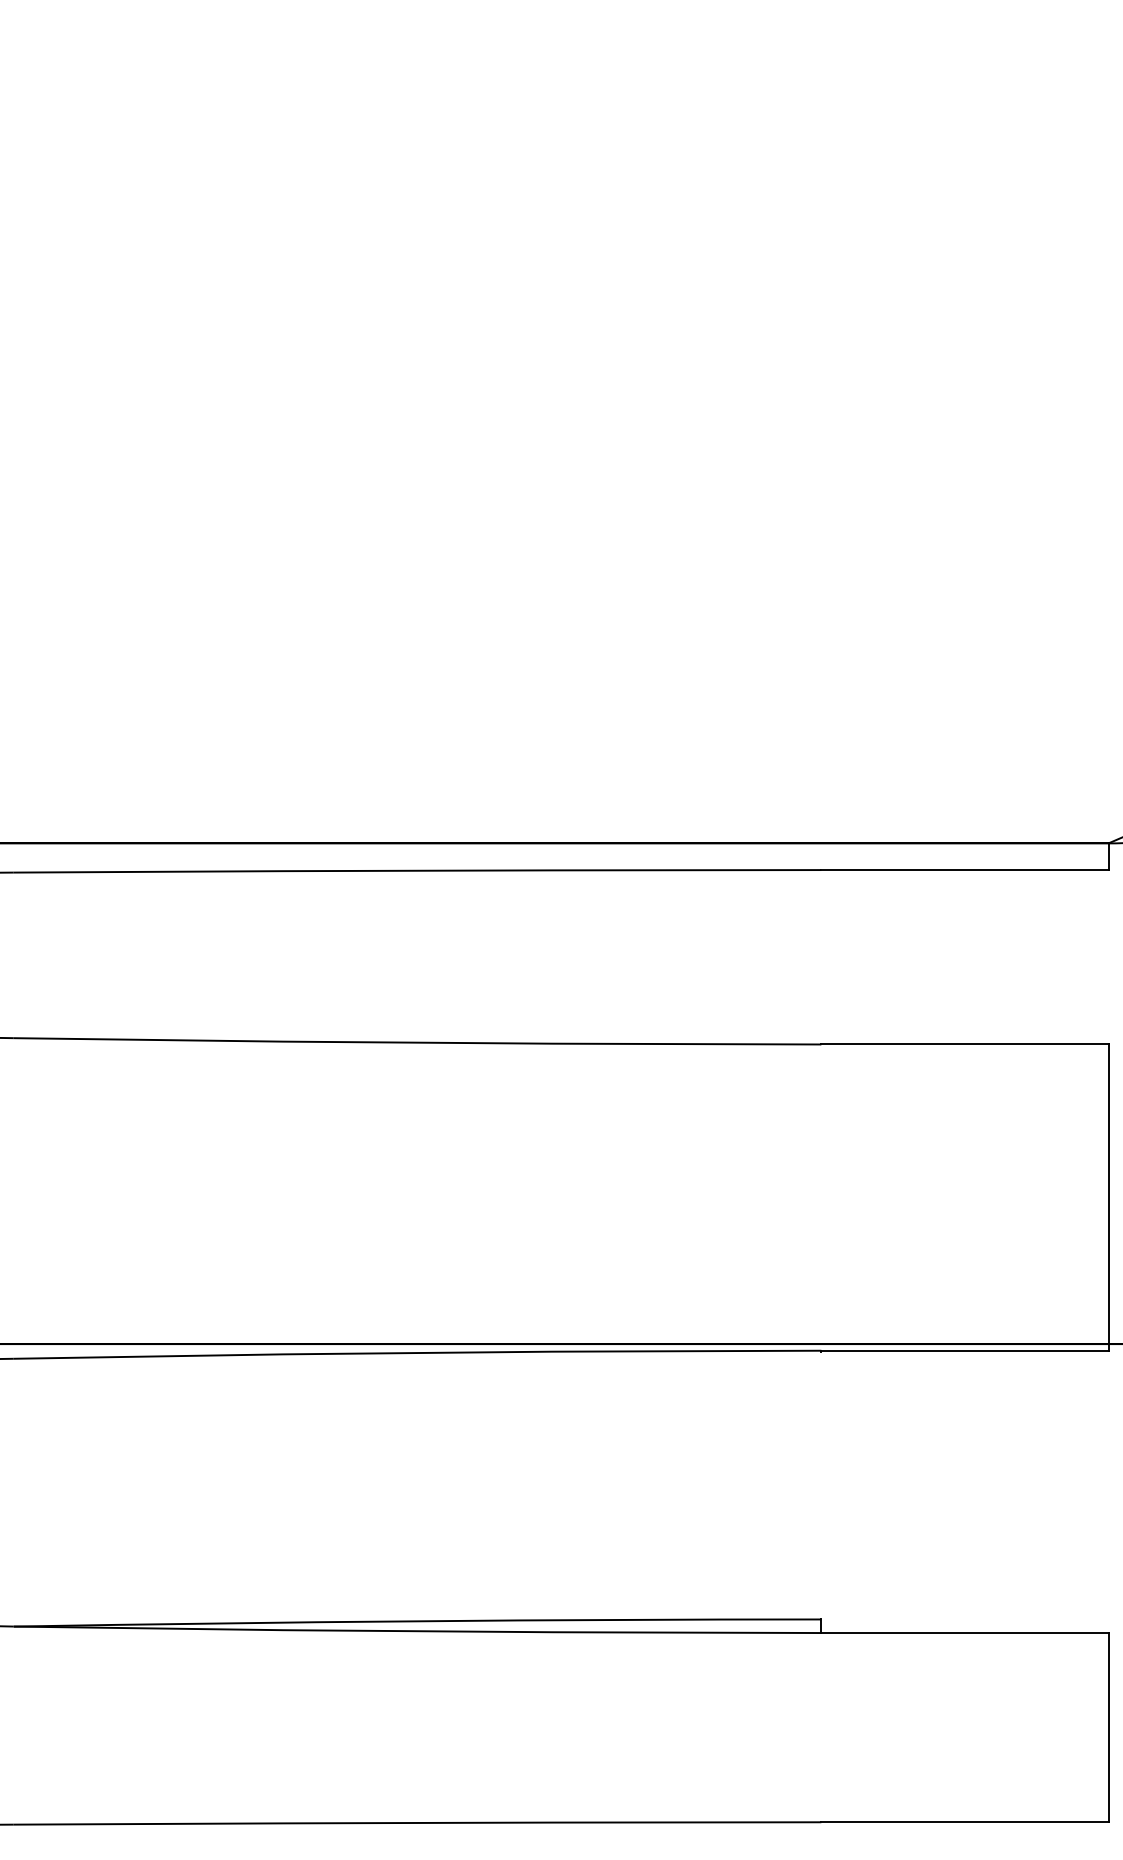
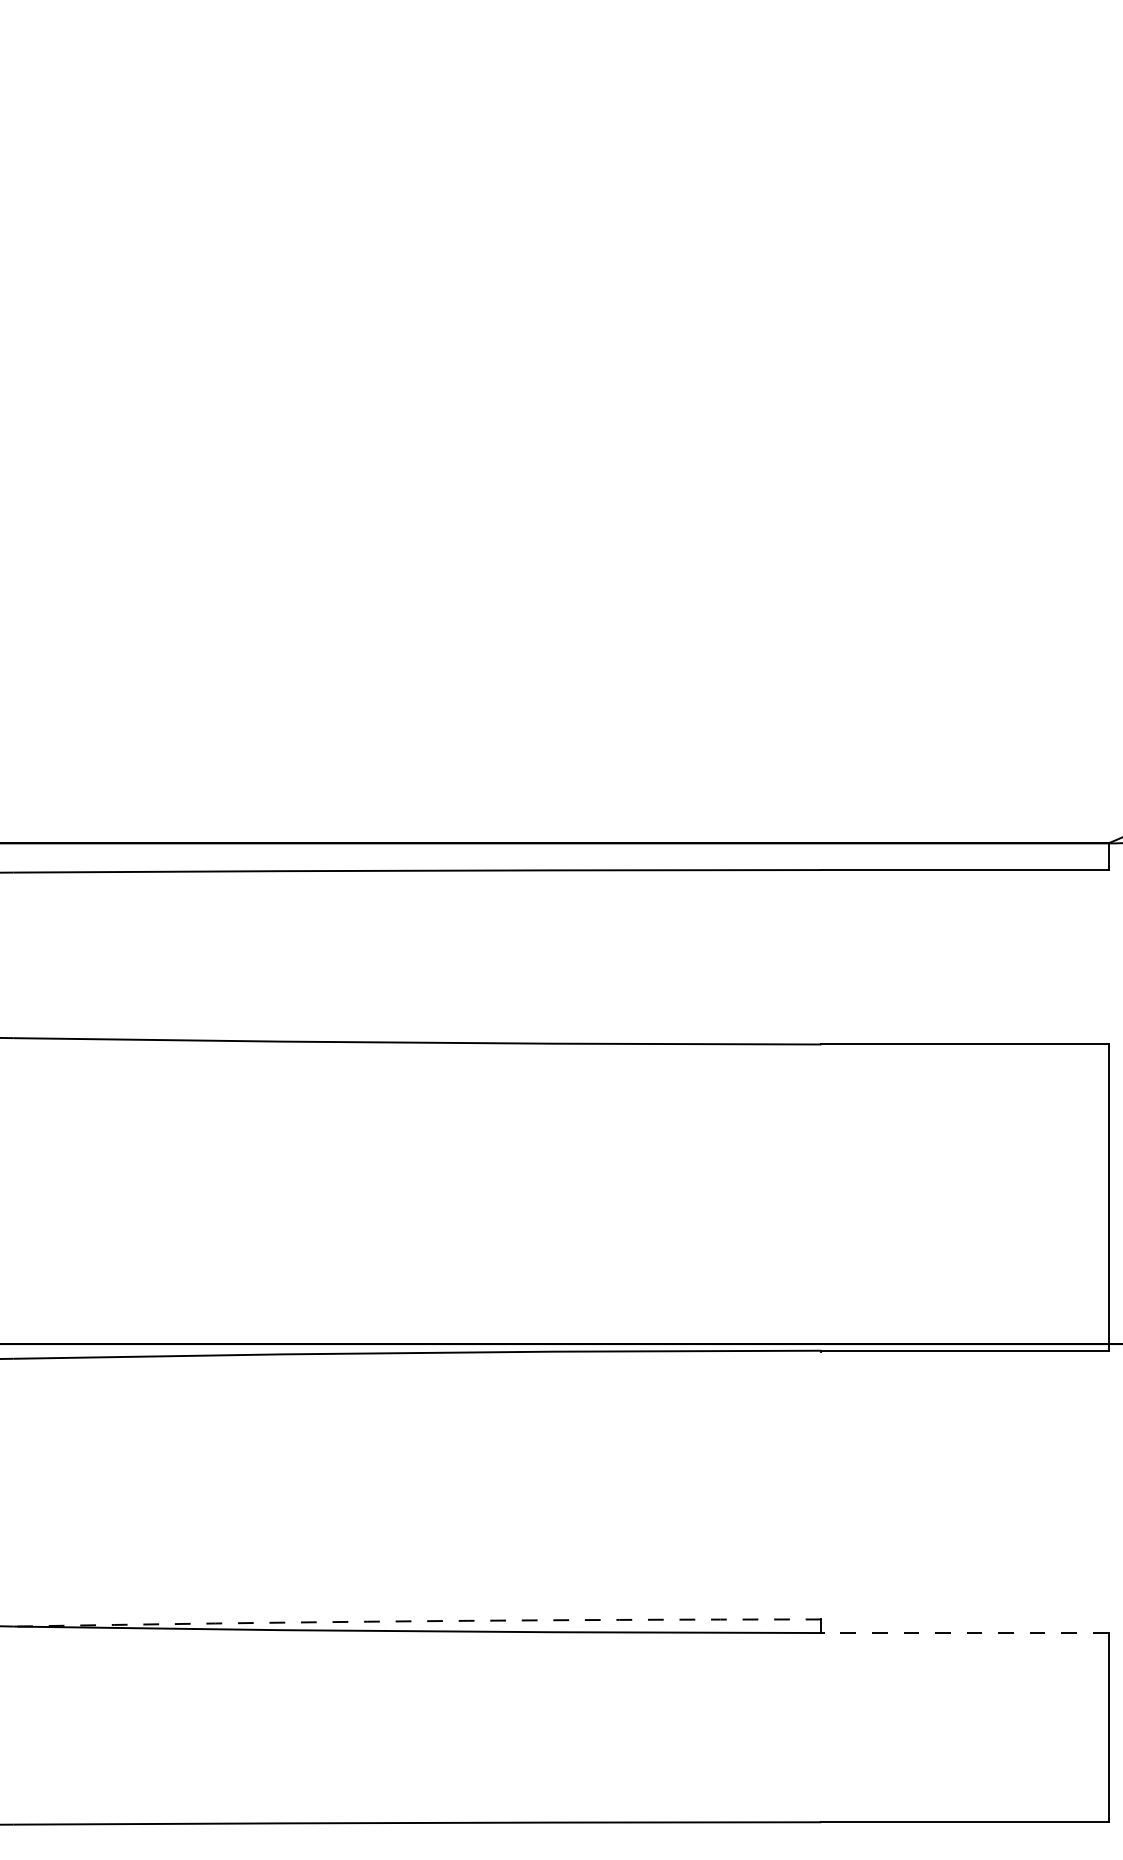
arc at (417, 1621): solid -> dashed
line at (964, 1633): solid -> dashed
